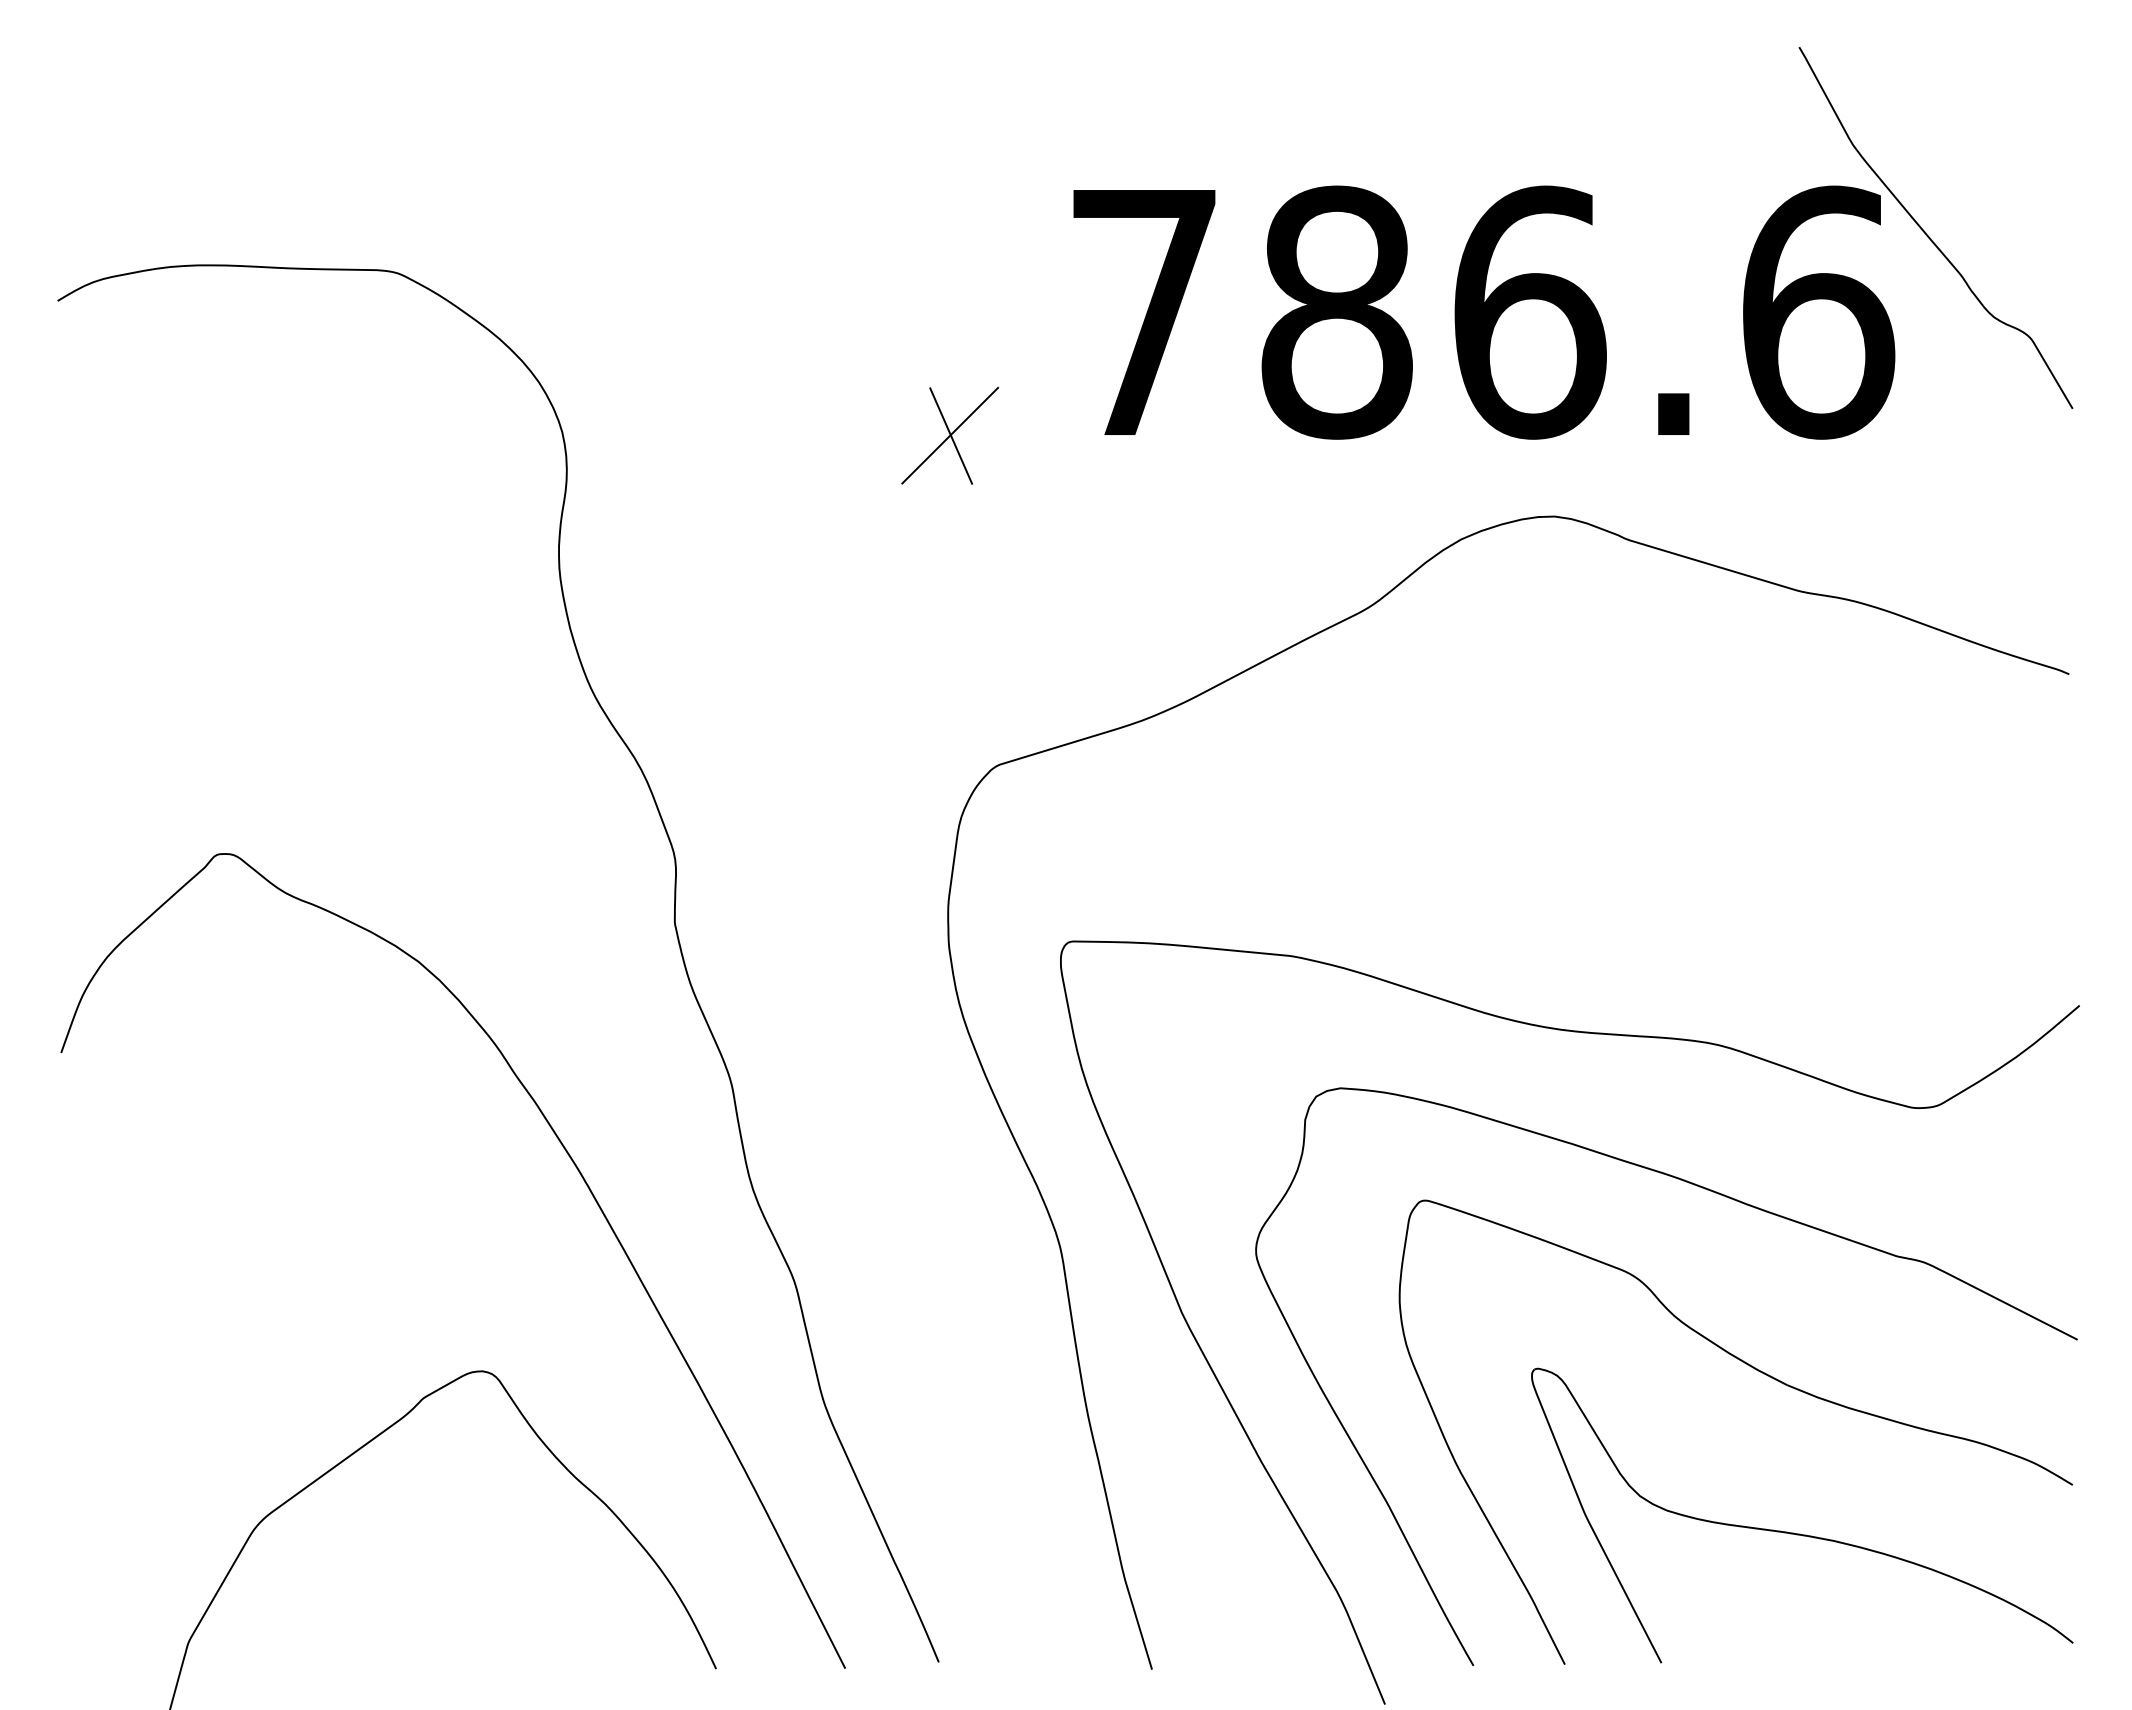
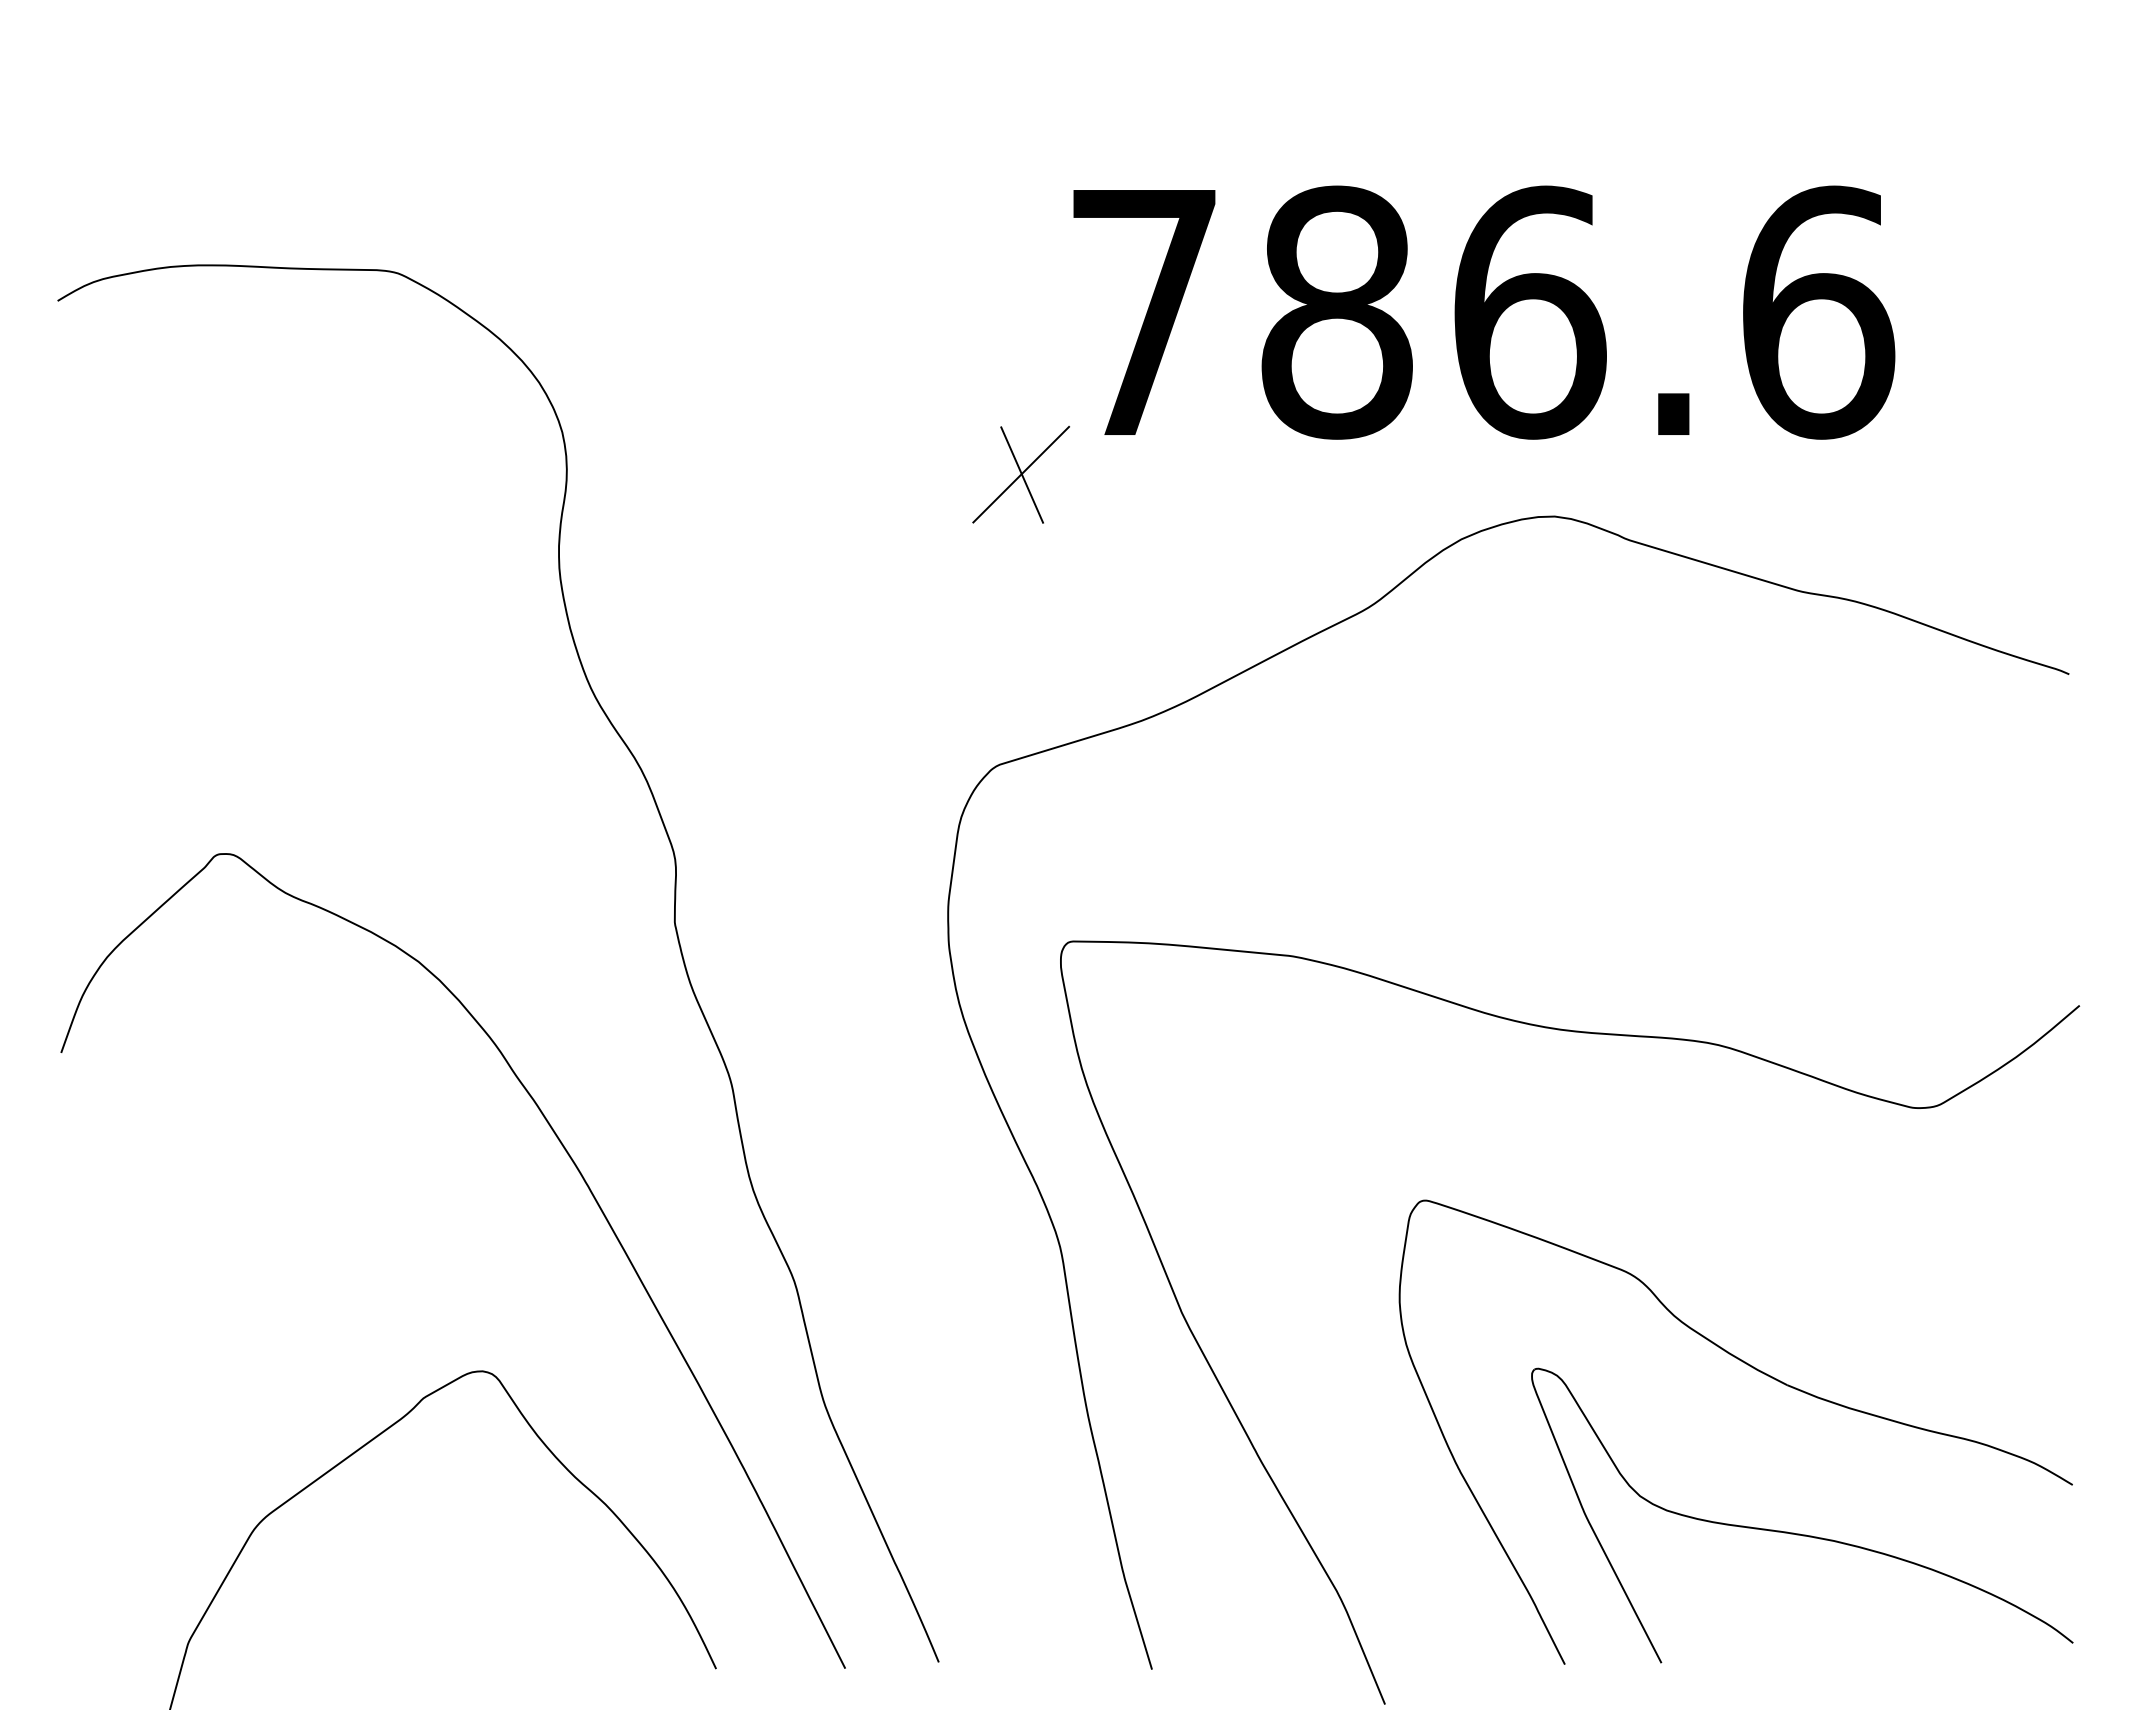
curve at (1927, 234): present -> none
part at (950, 435) position: (950, 435) -> (1021, 474)
curve at (1733, 1200): present -> none
